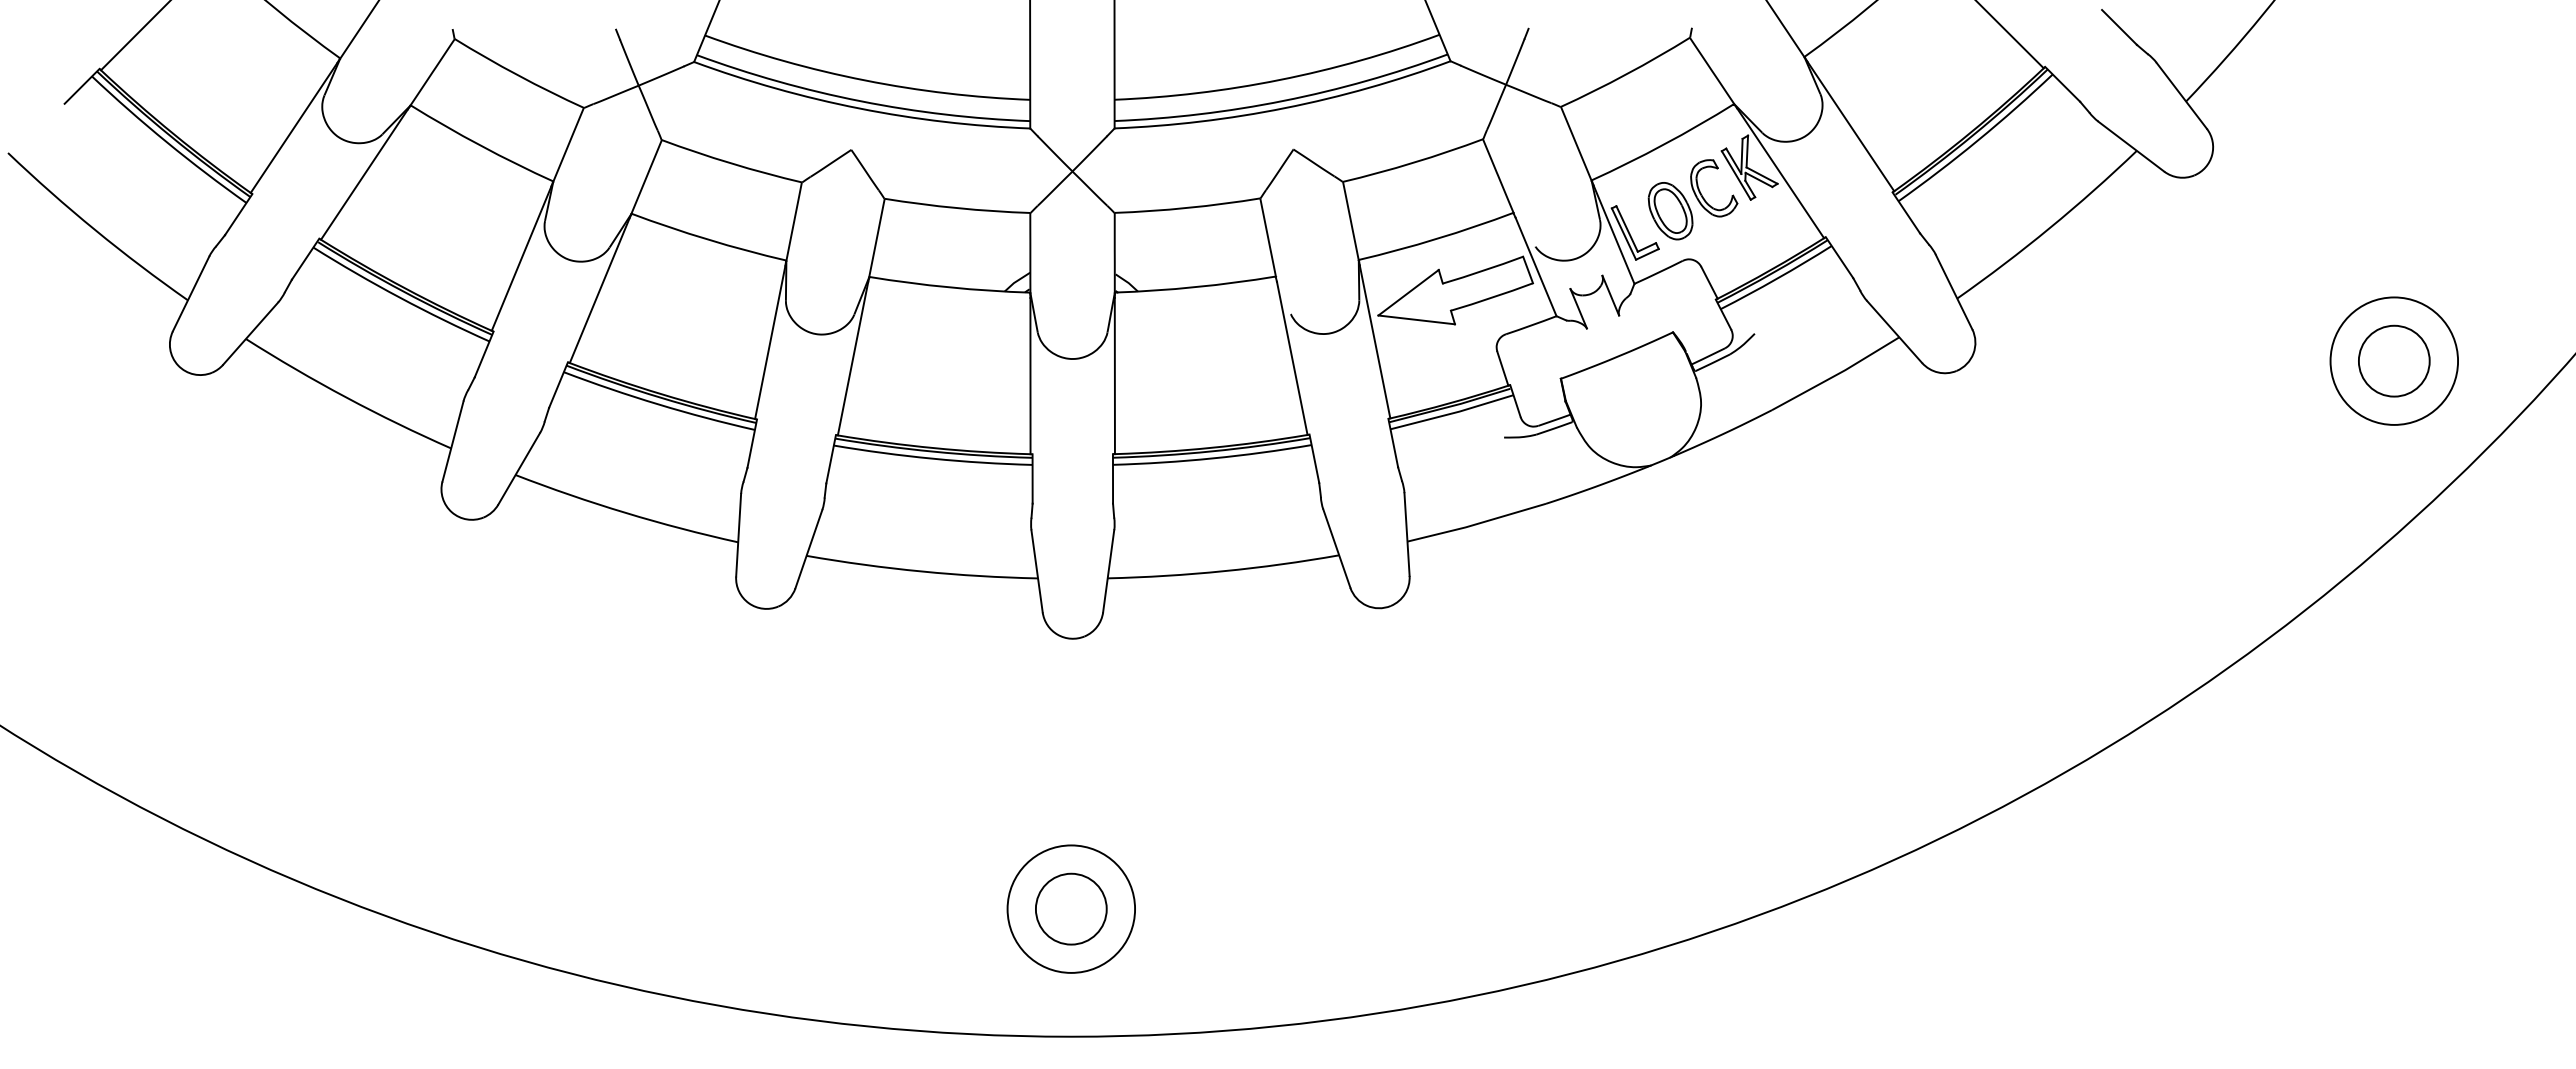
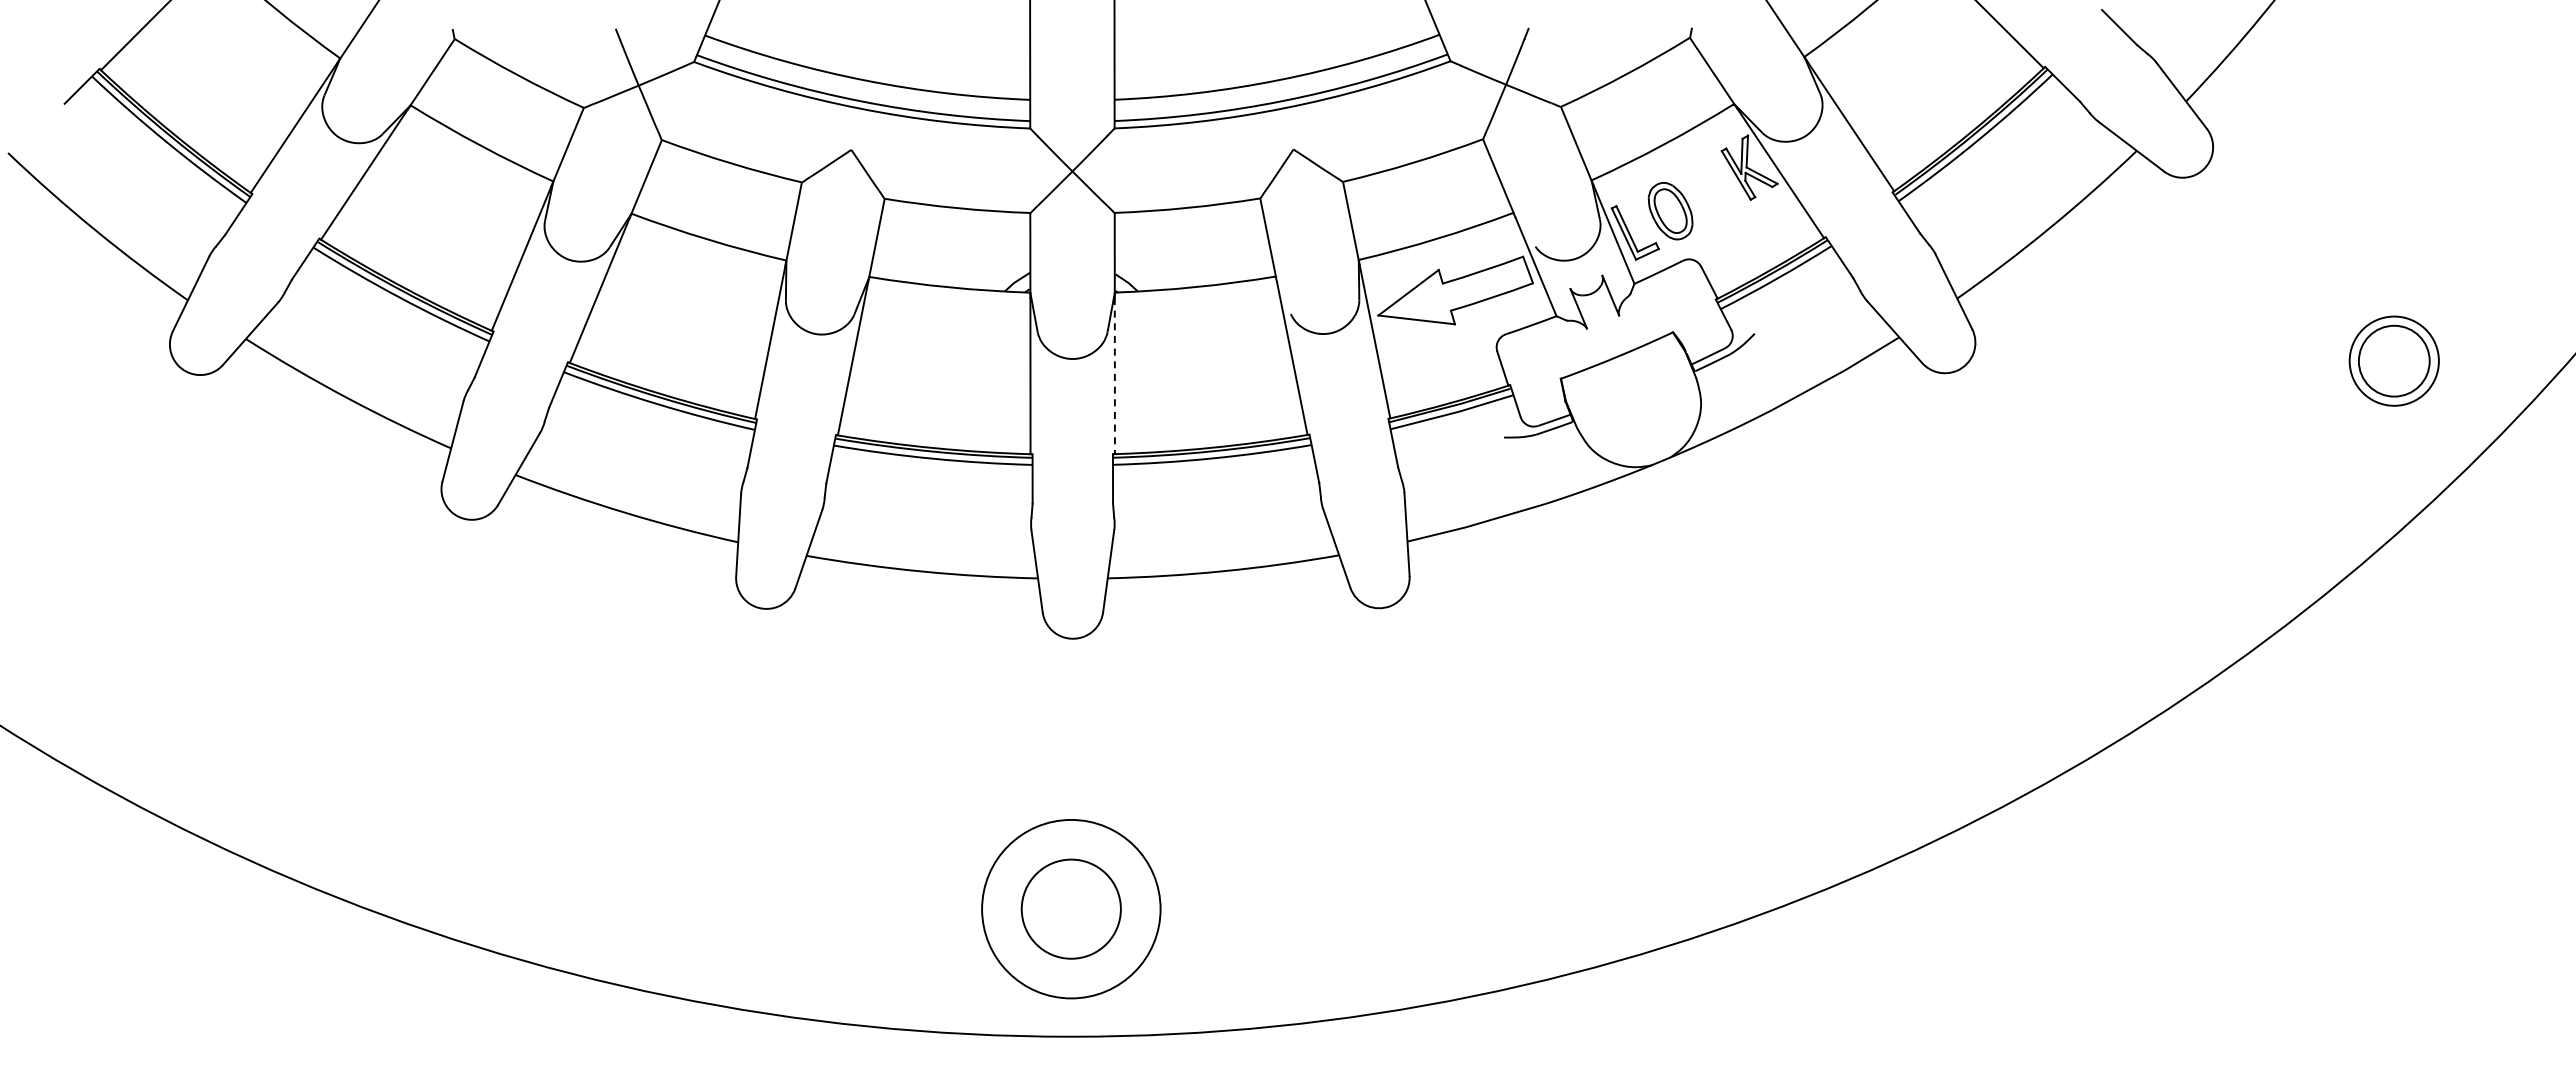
part at (1702, 194): present -> none
circle at (2394, 360) diameter: 127 px -> 89 px
line at (1114, 376): solid -> dashed
circle at (1070, 908) diameter: 71 px -> 99 px
circle at (1071, 908) diameter: 127 px -> 178 px
